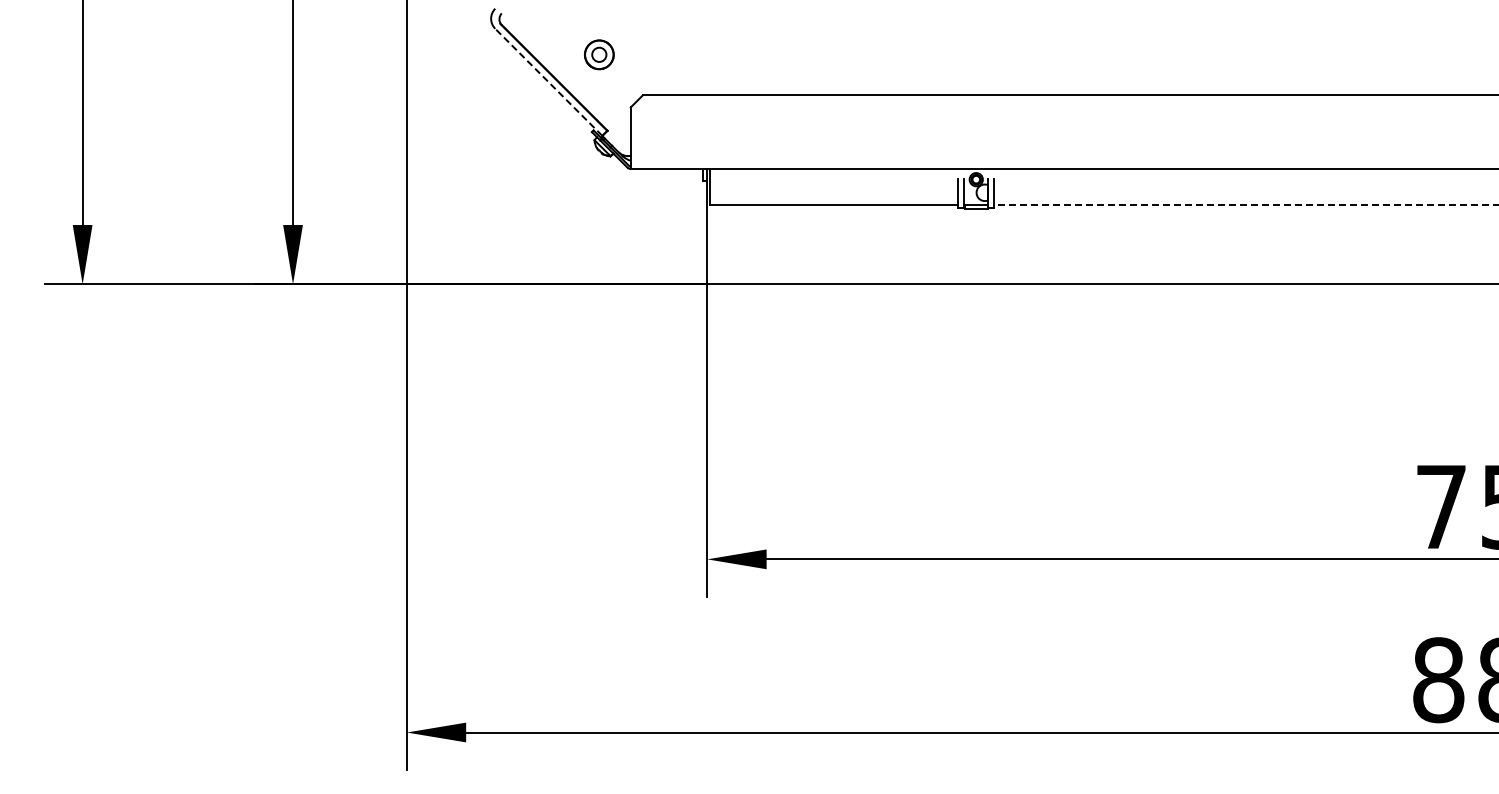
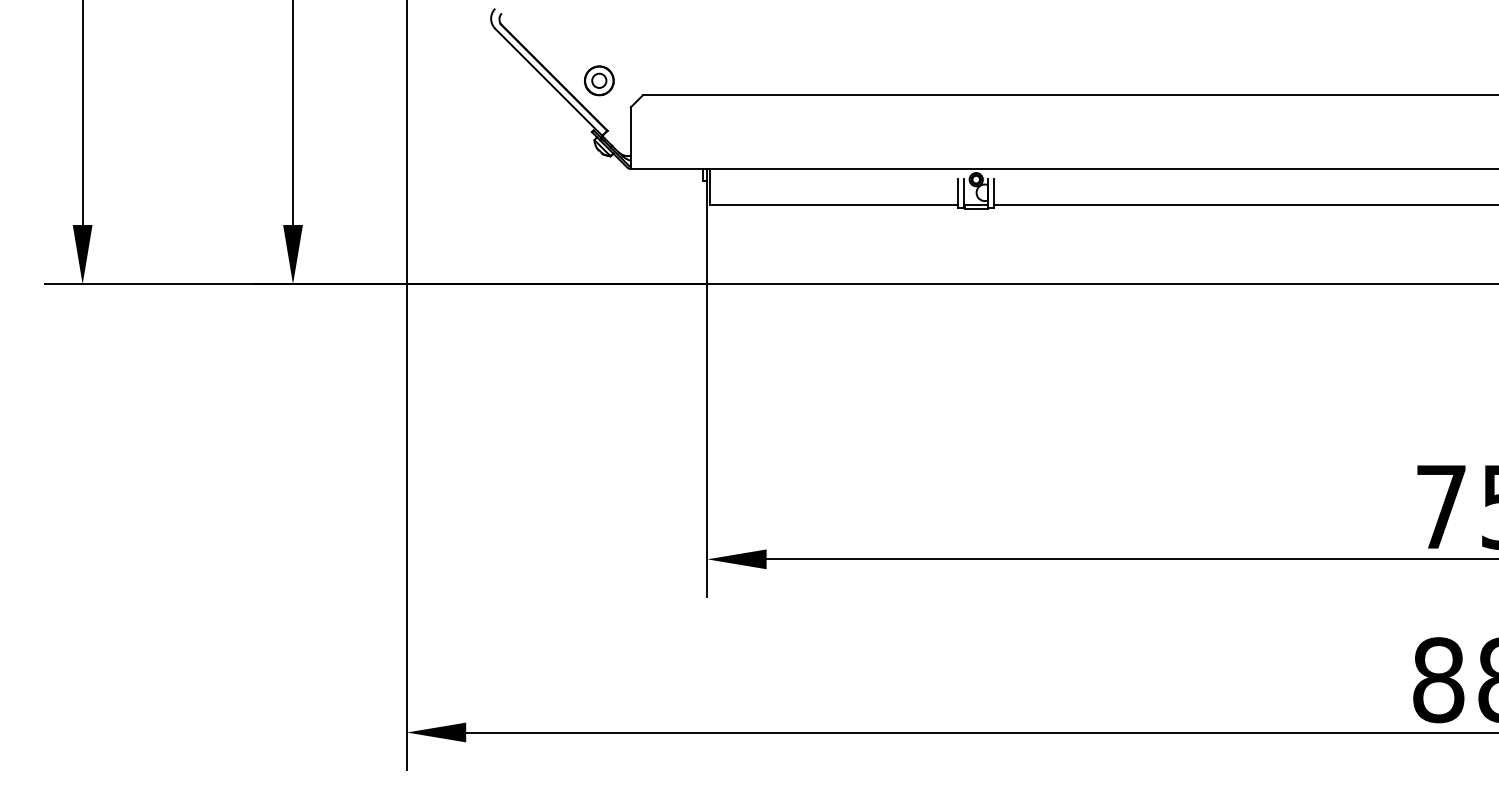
part at (599, 54) position: (599, 54) -> (599, 80)
line at (548, 82): dashed -> solid
line at (1245, 204): dashed -> solid
